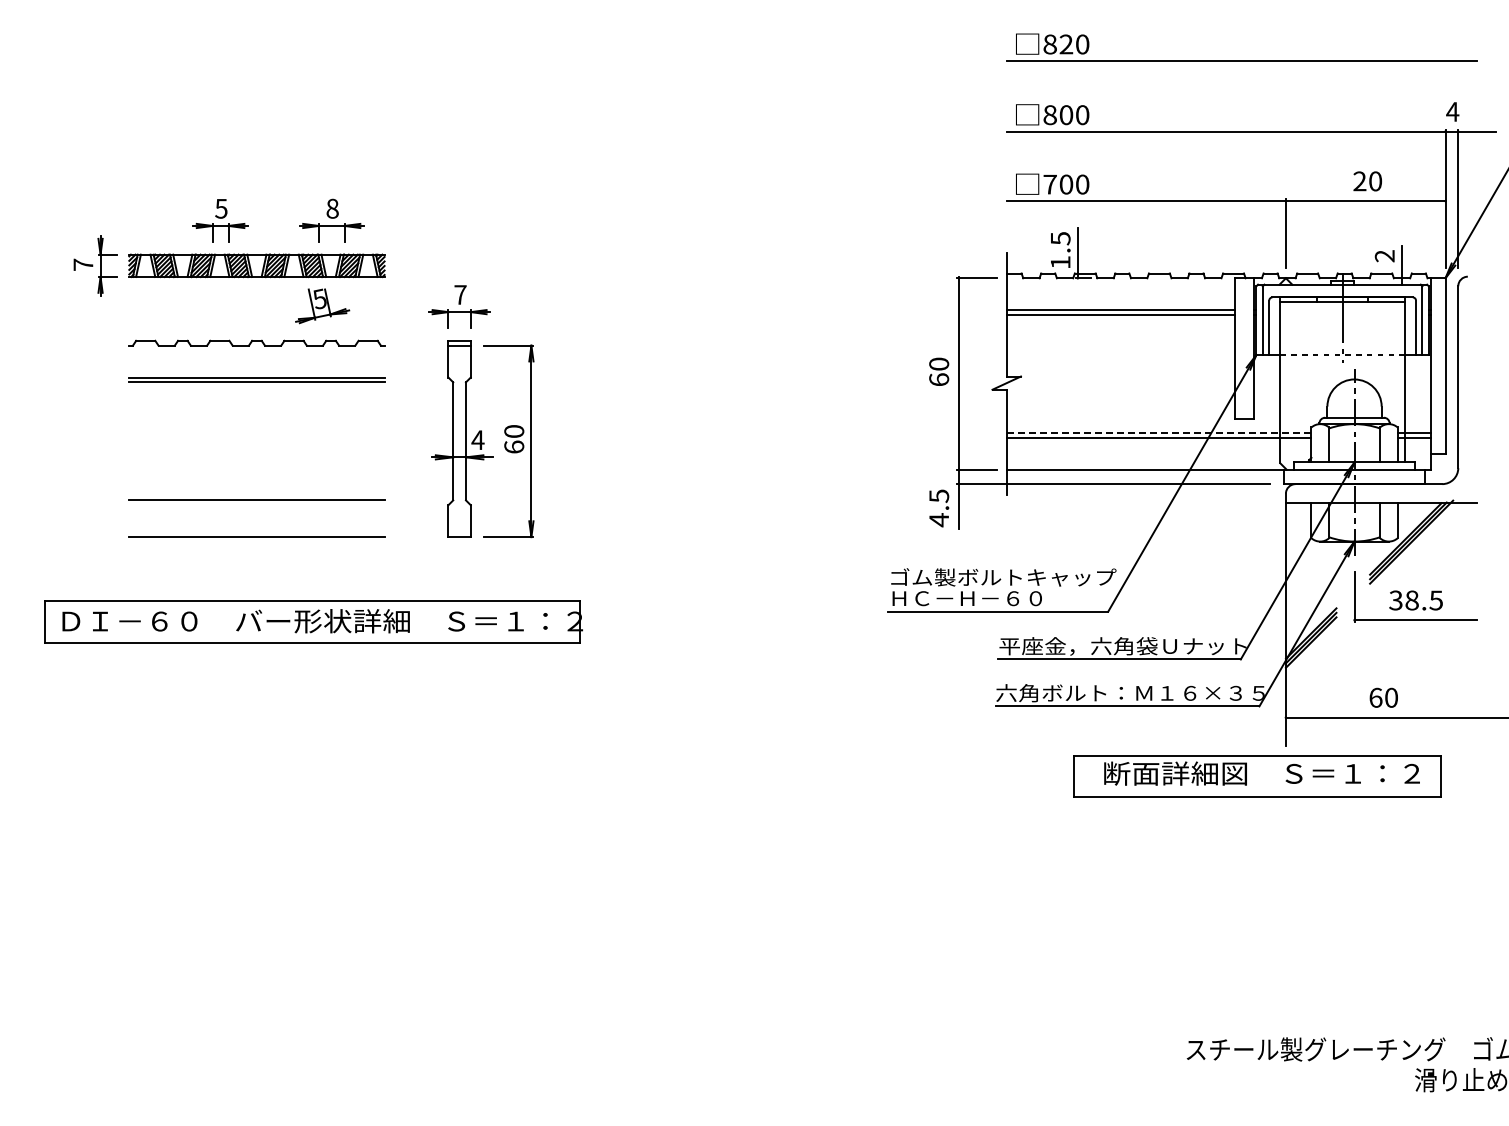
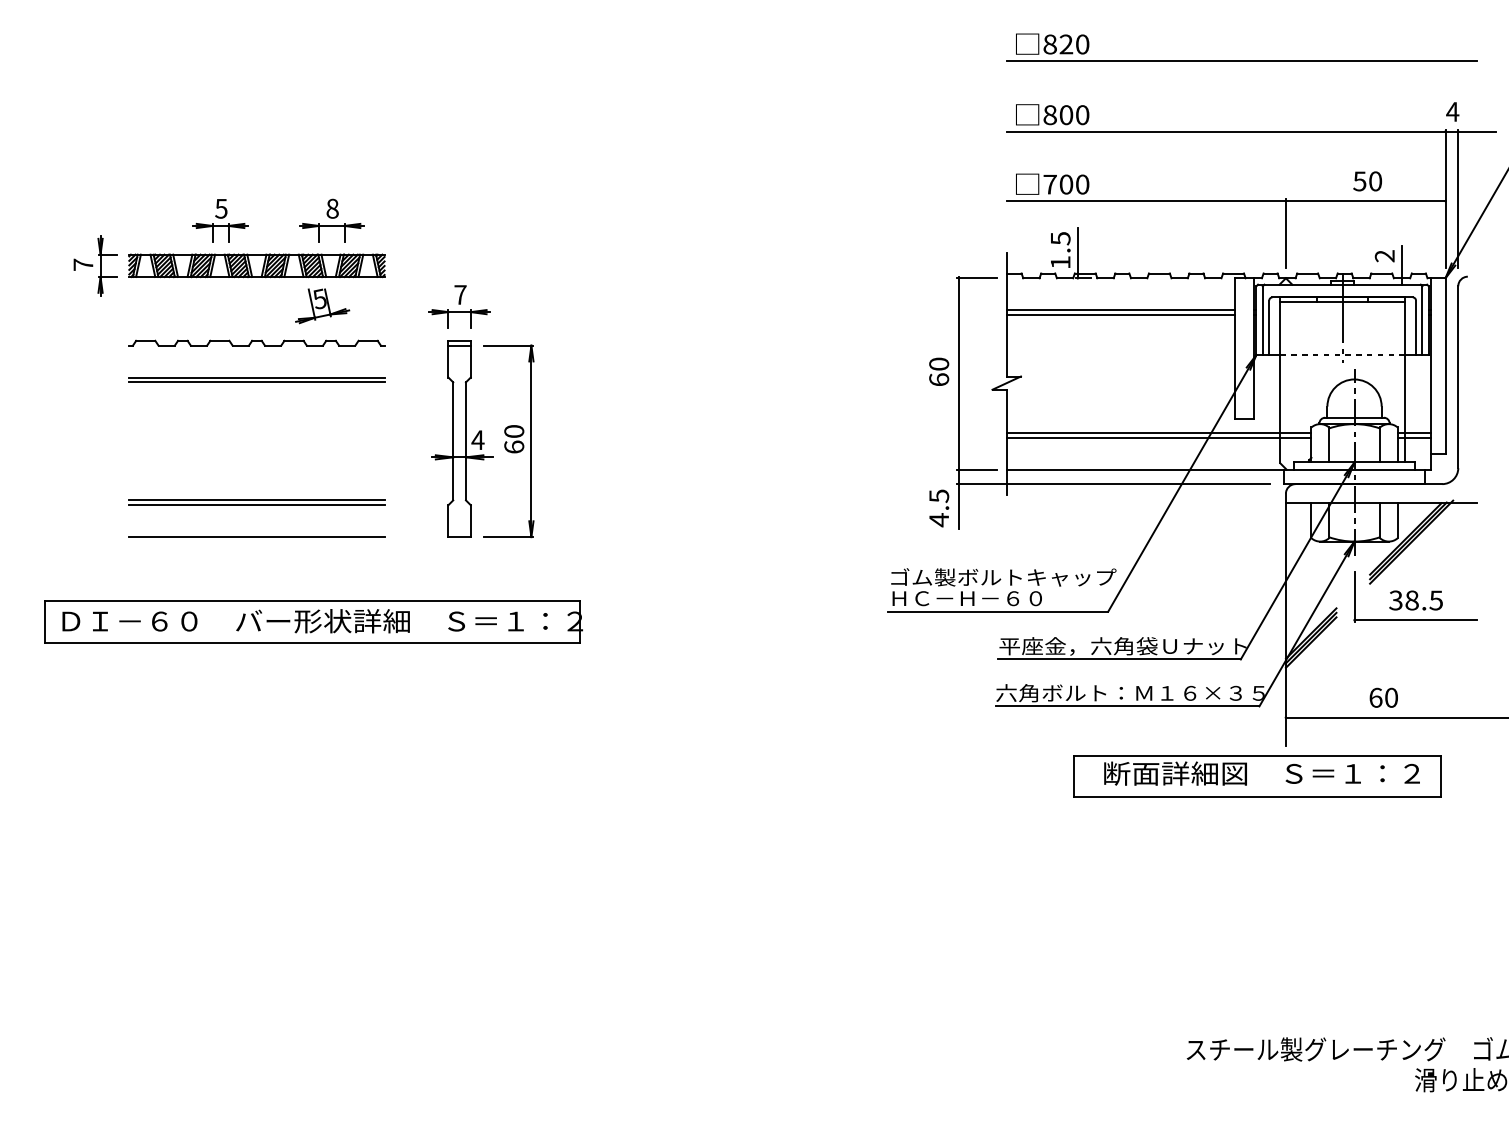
text at (1359, 181): 20 -> 50
line at (1158, 433): dashed -> solid
line at (256, 505): none -> present
